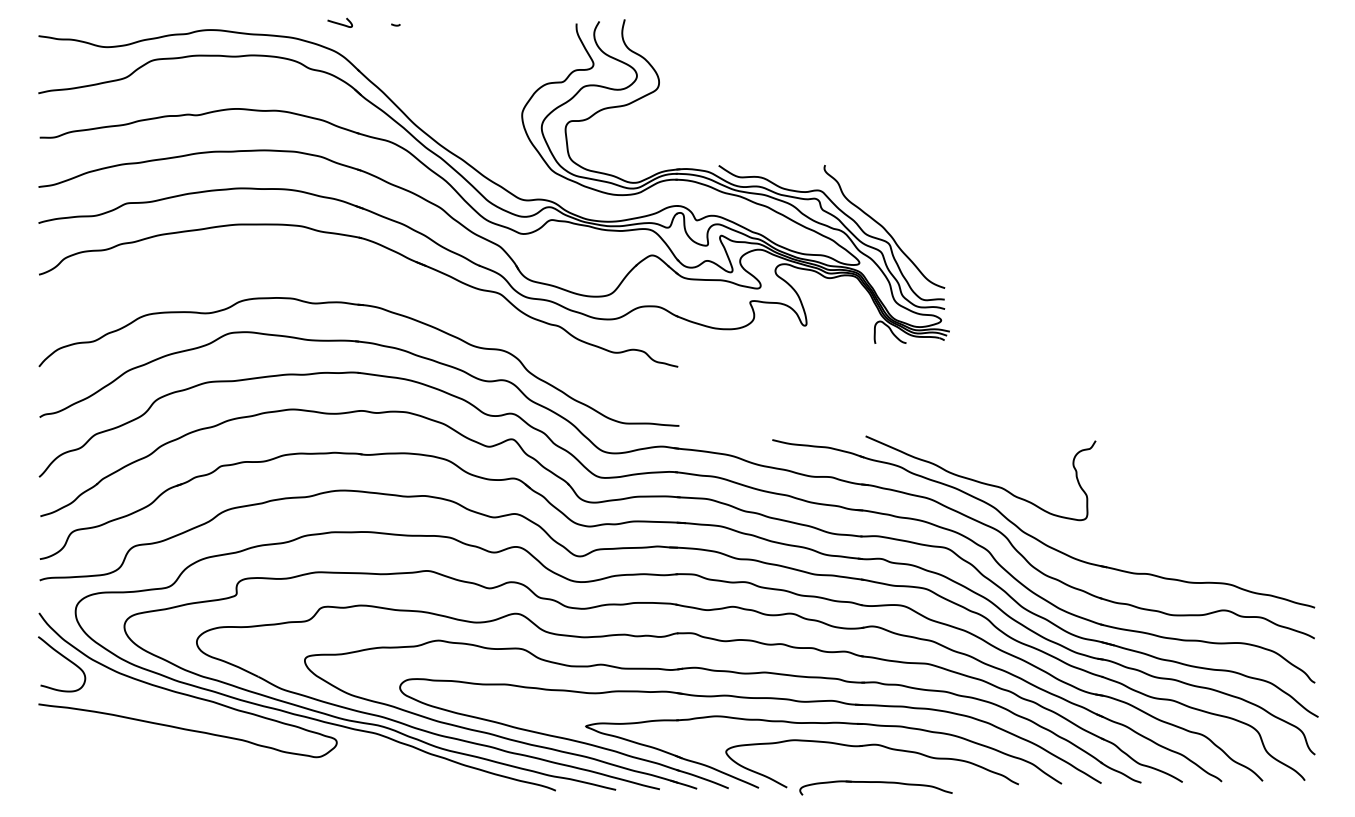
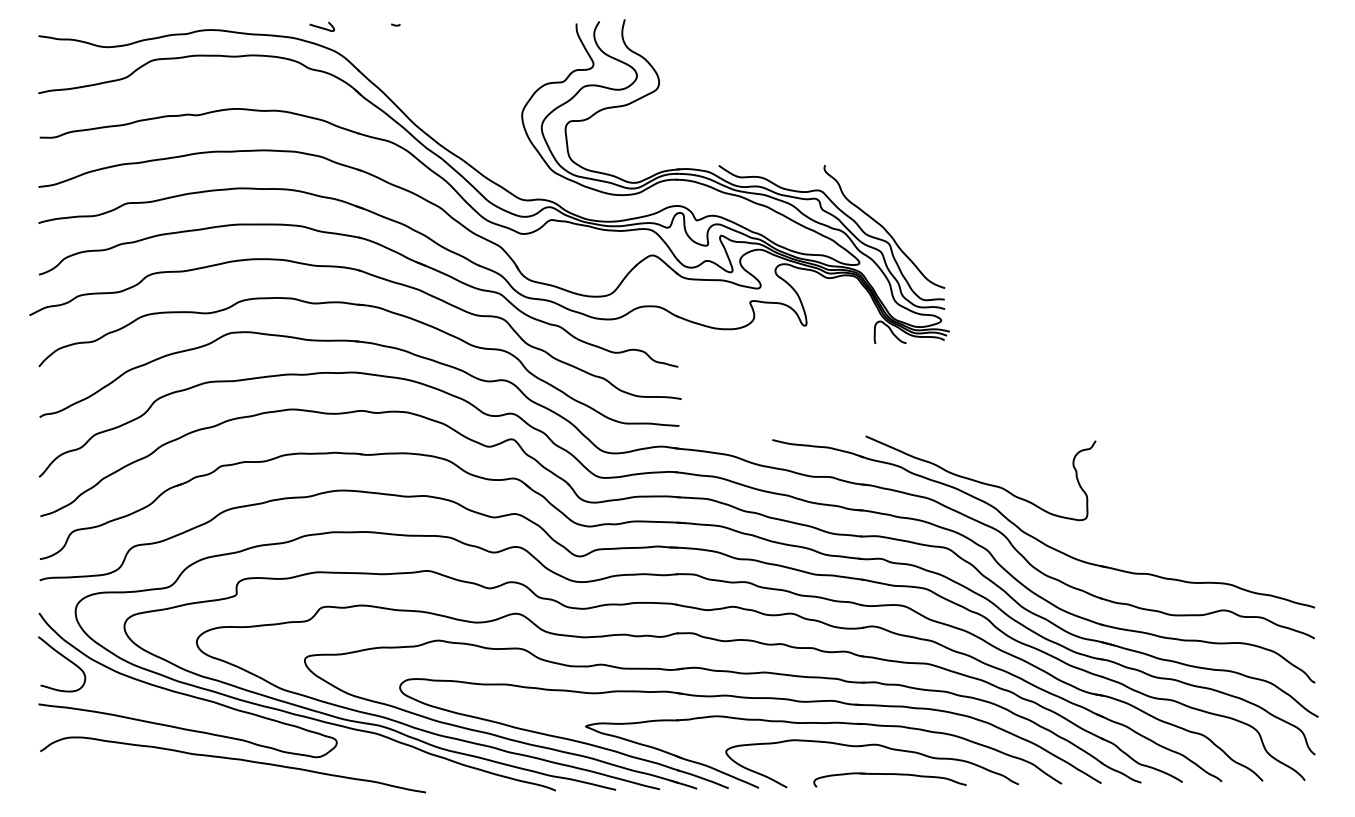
curve at (338, 22) position: (338, 22) -> (320, 26)
part at (372, 276): none -> present
curve at (232, 759): none -> present
part at (875, 787) position: (875, 787) -> (889, 779)
